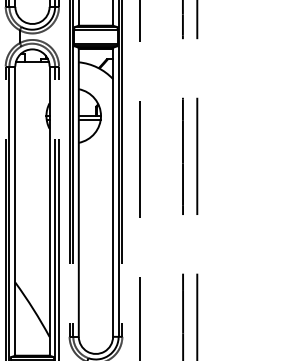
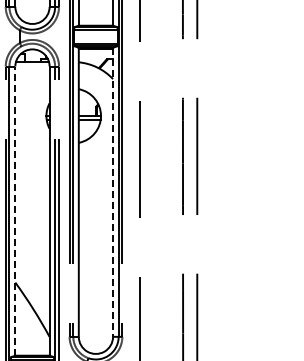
line at (113, 192): solid -> dashed
line at (15, 211): solid -> dashed
